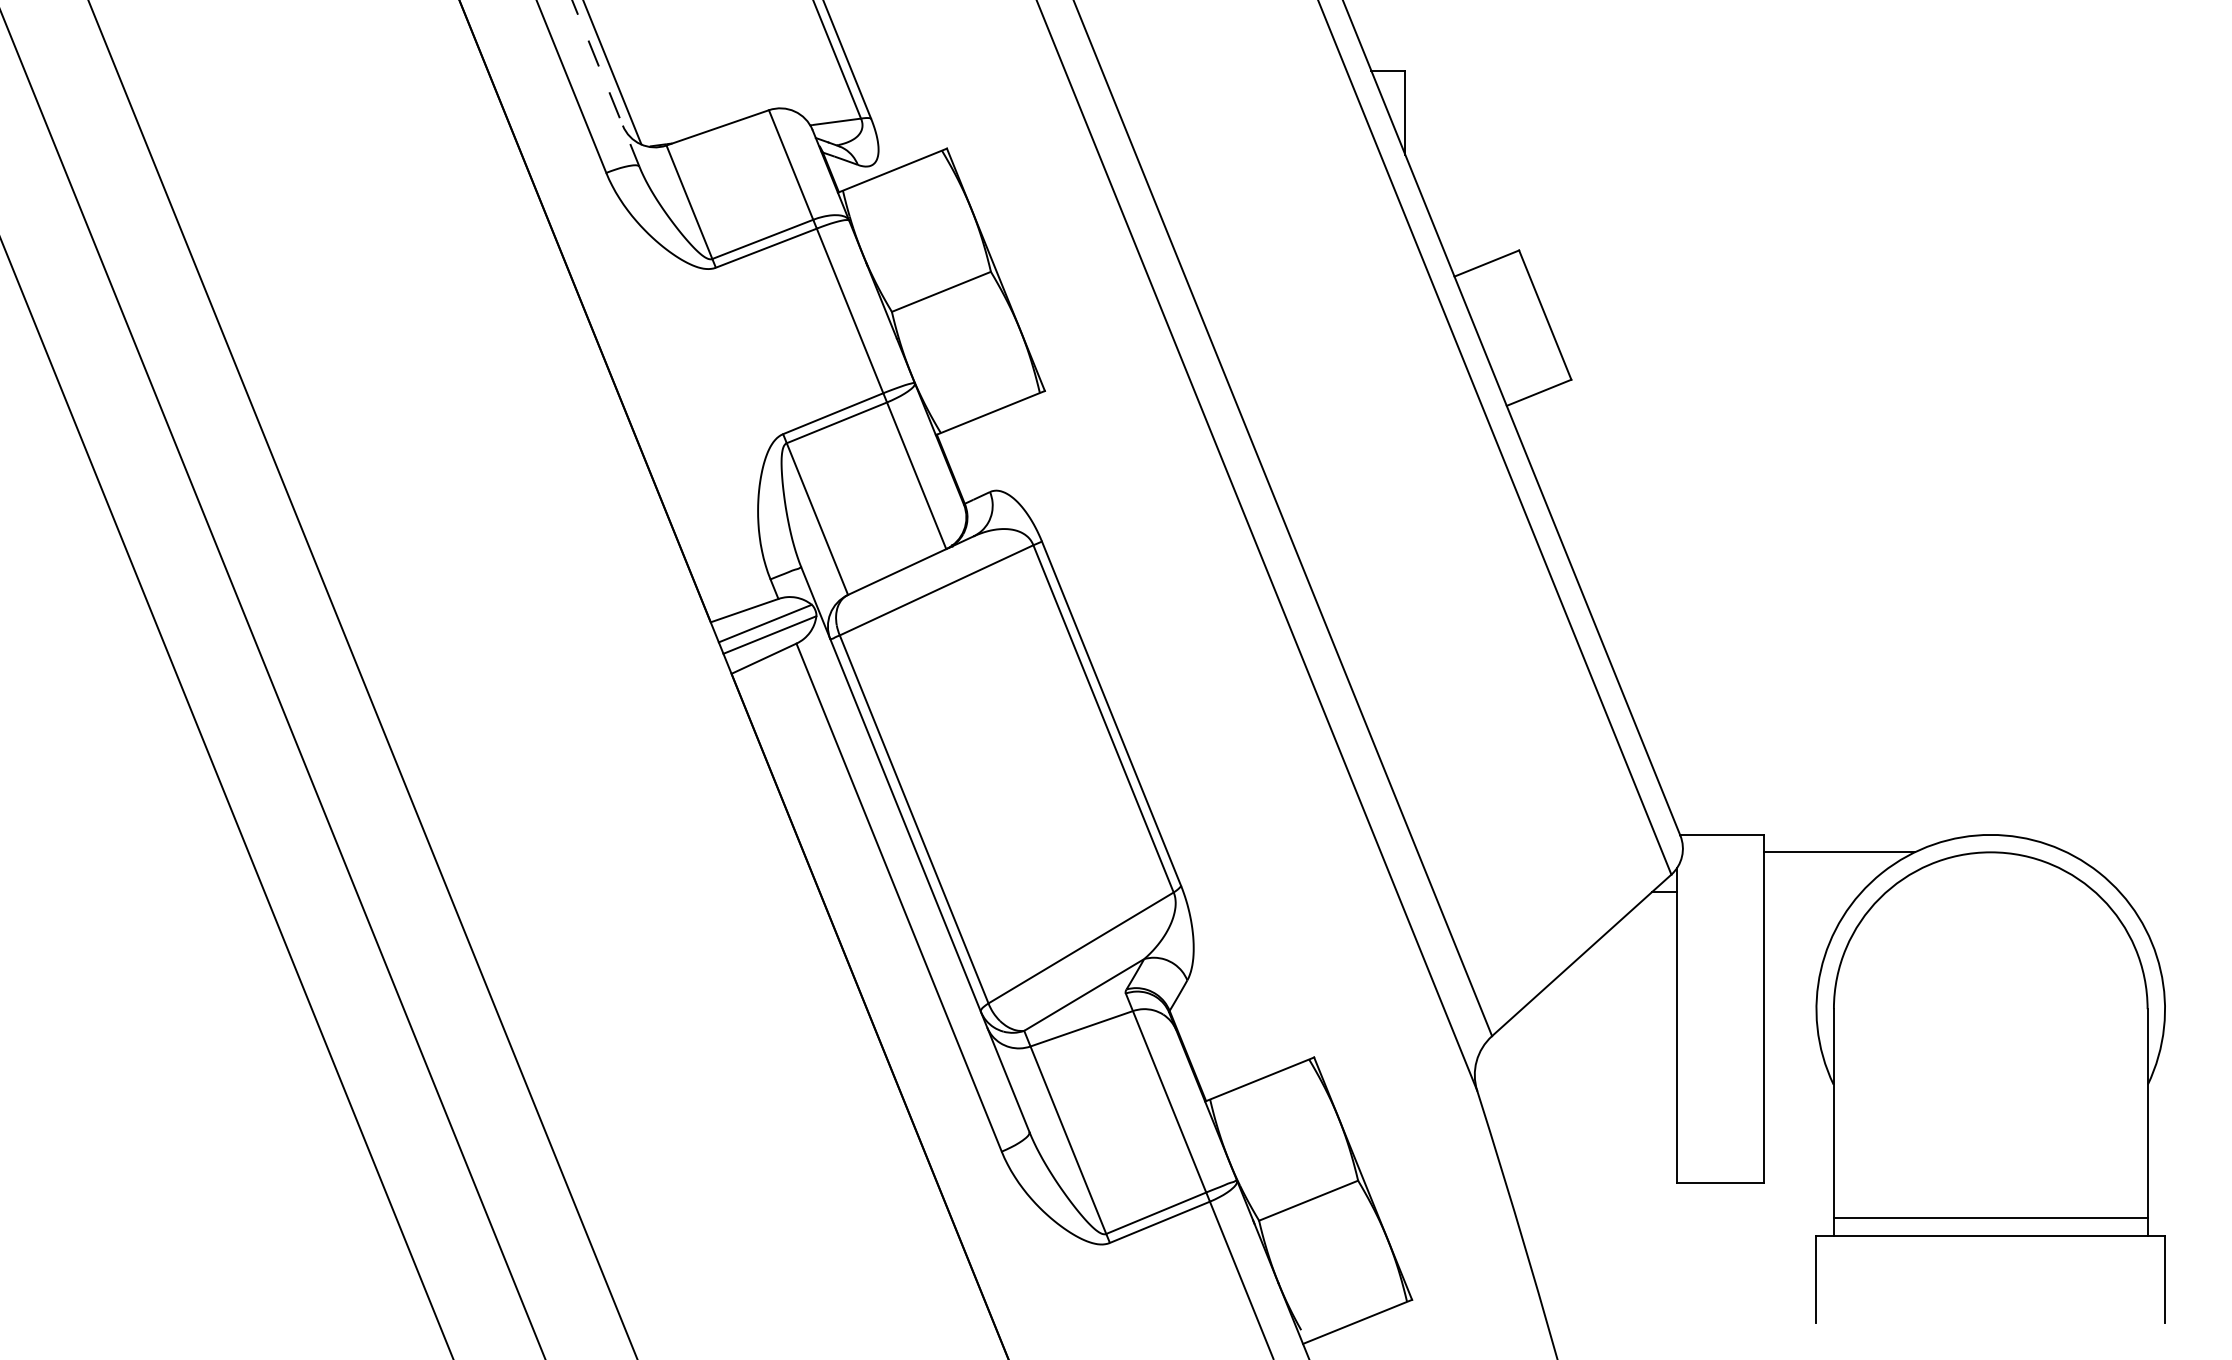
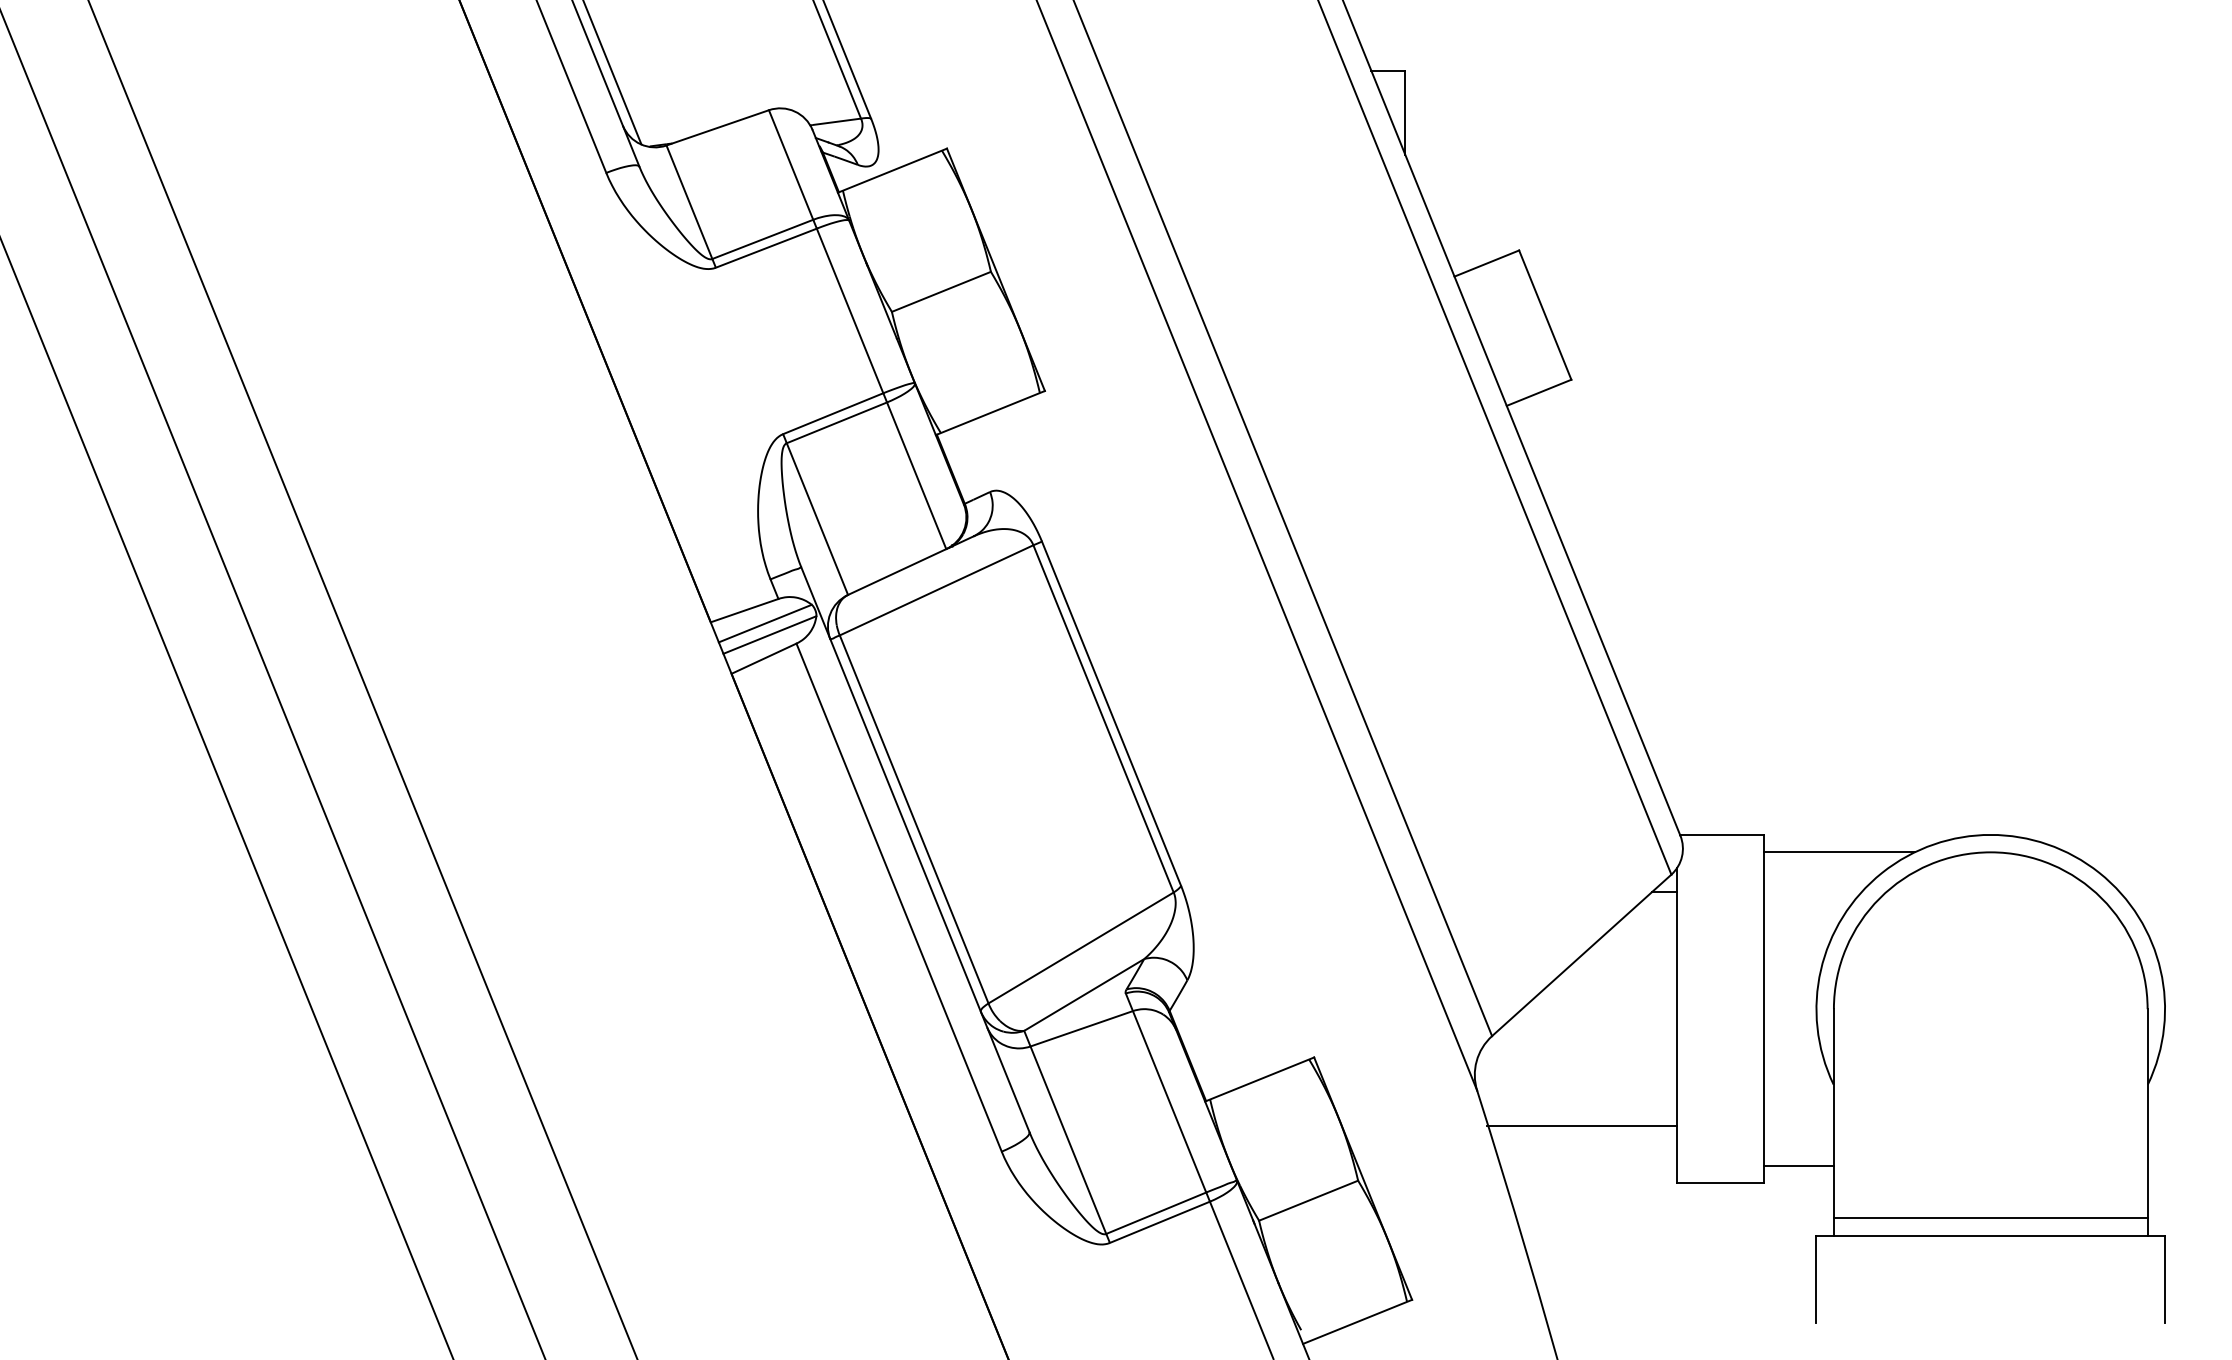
line at (605, 83): dashed -> solid
line at (1582, 1126): none -> present
line at (1798, 1166): none -> present
